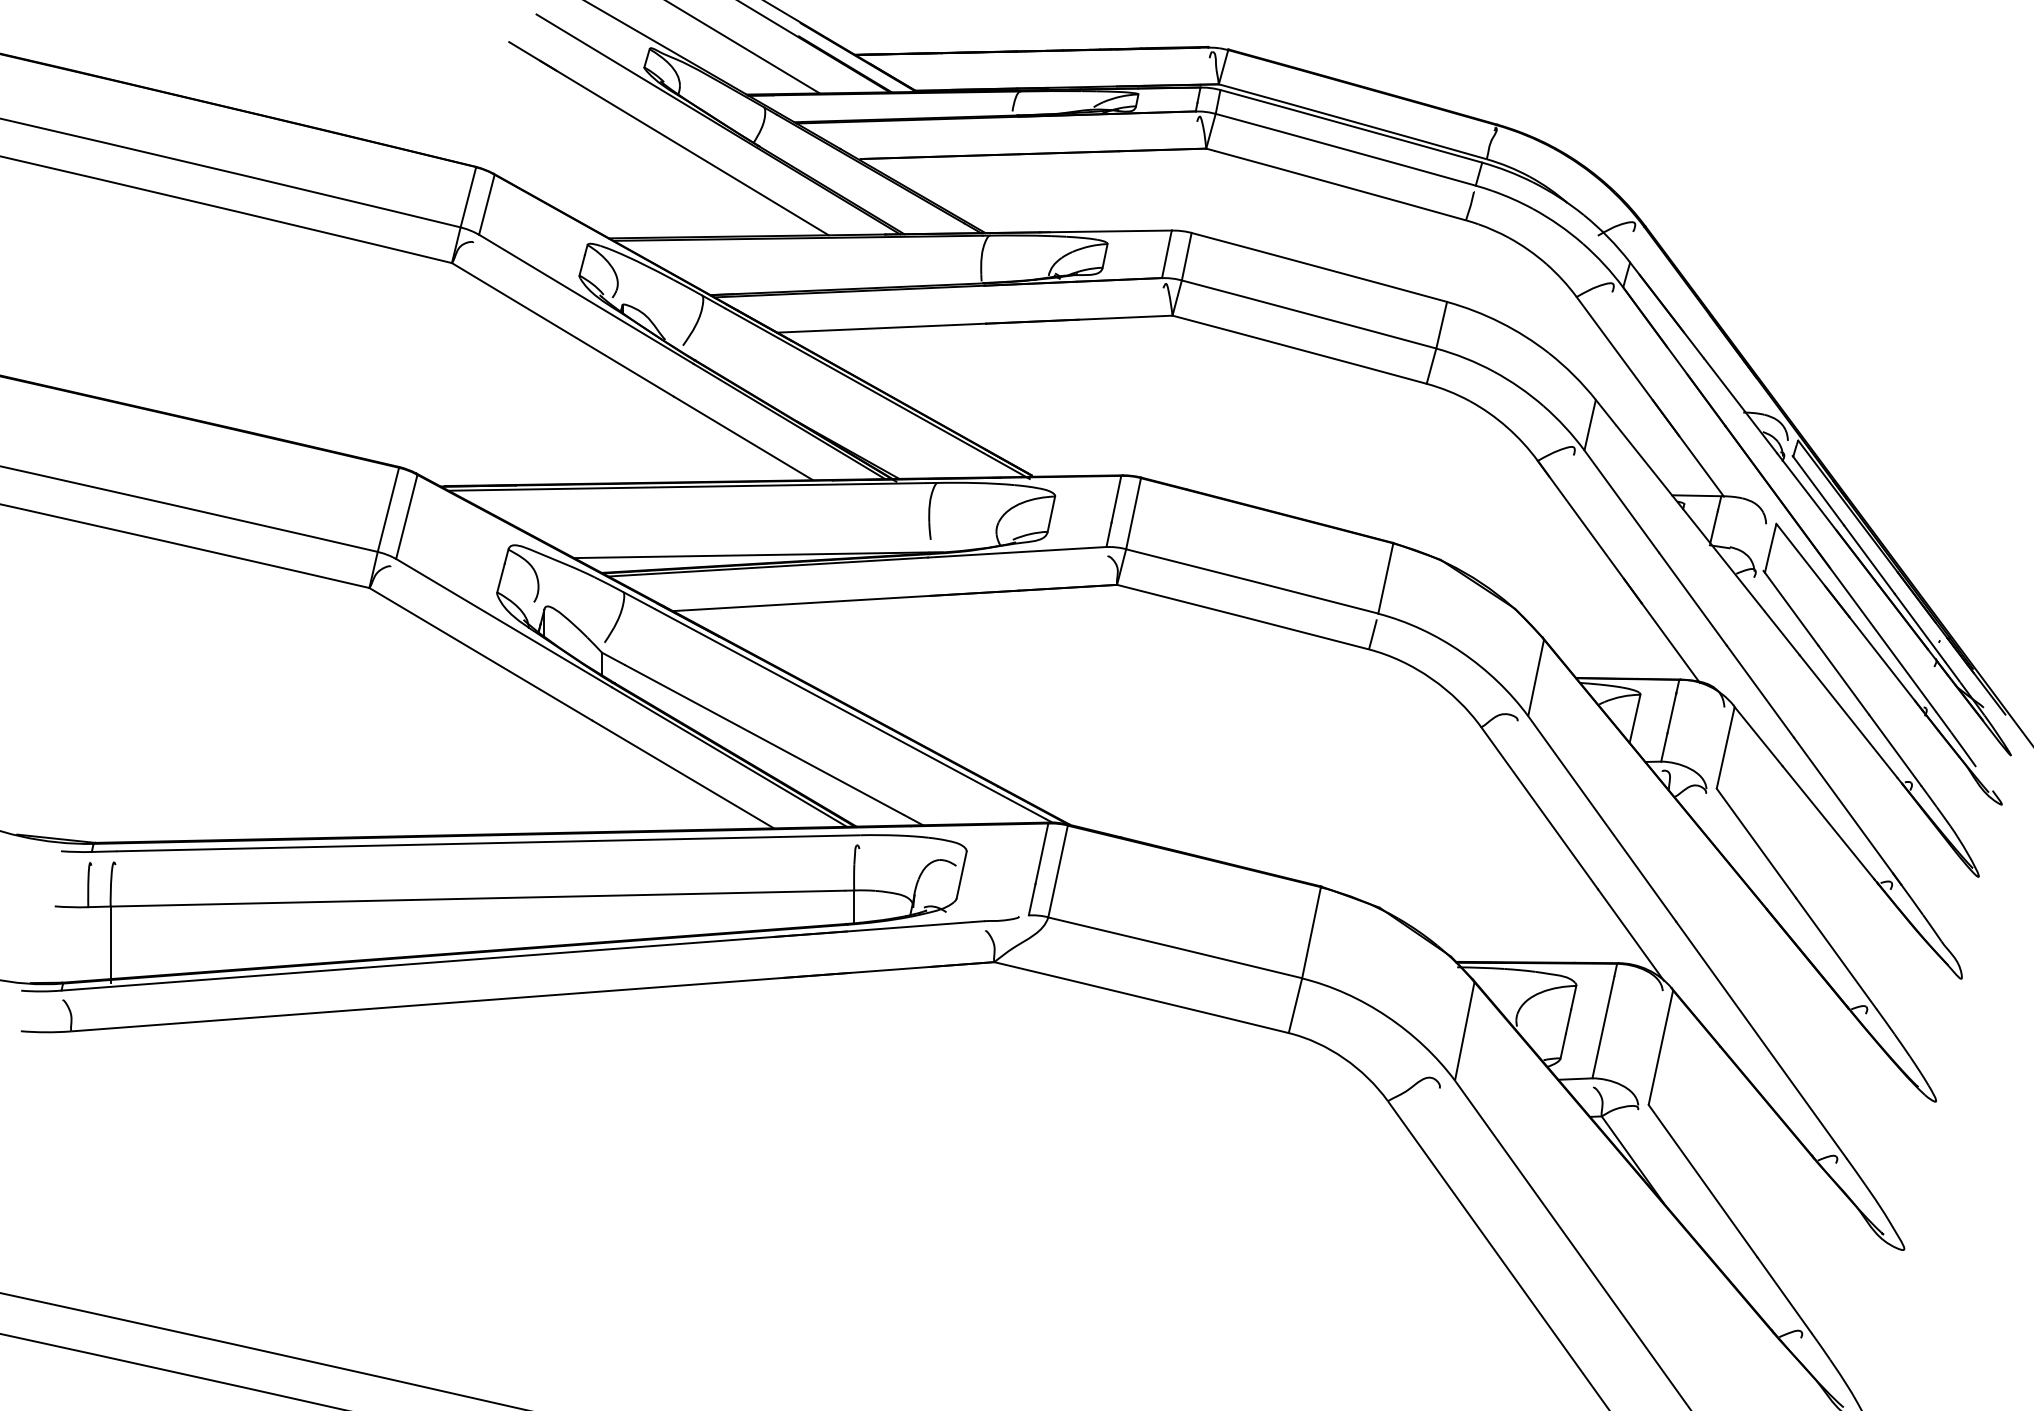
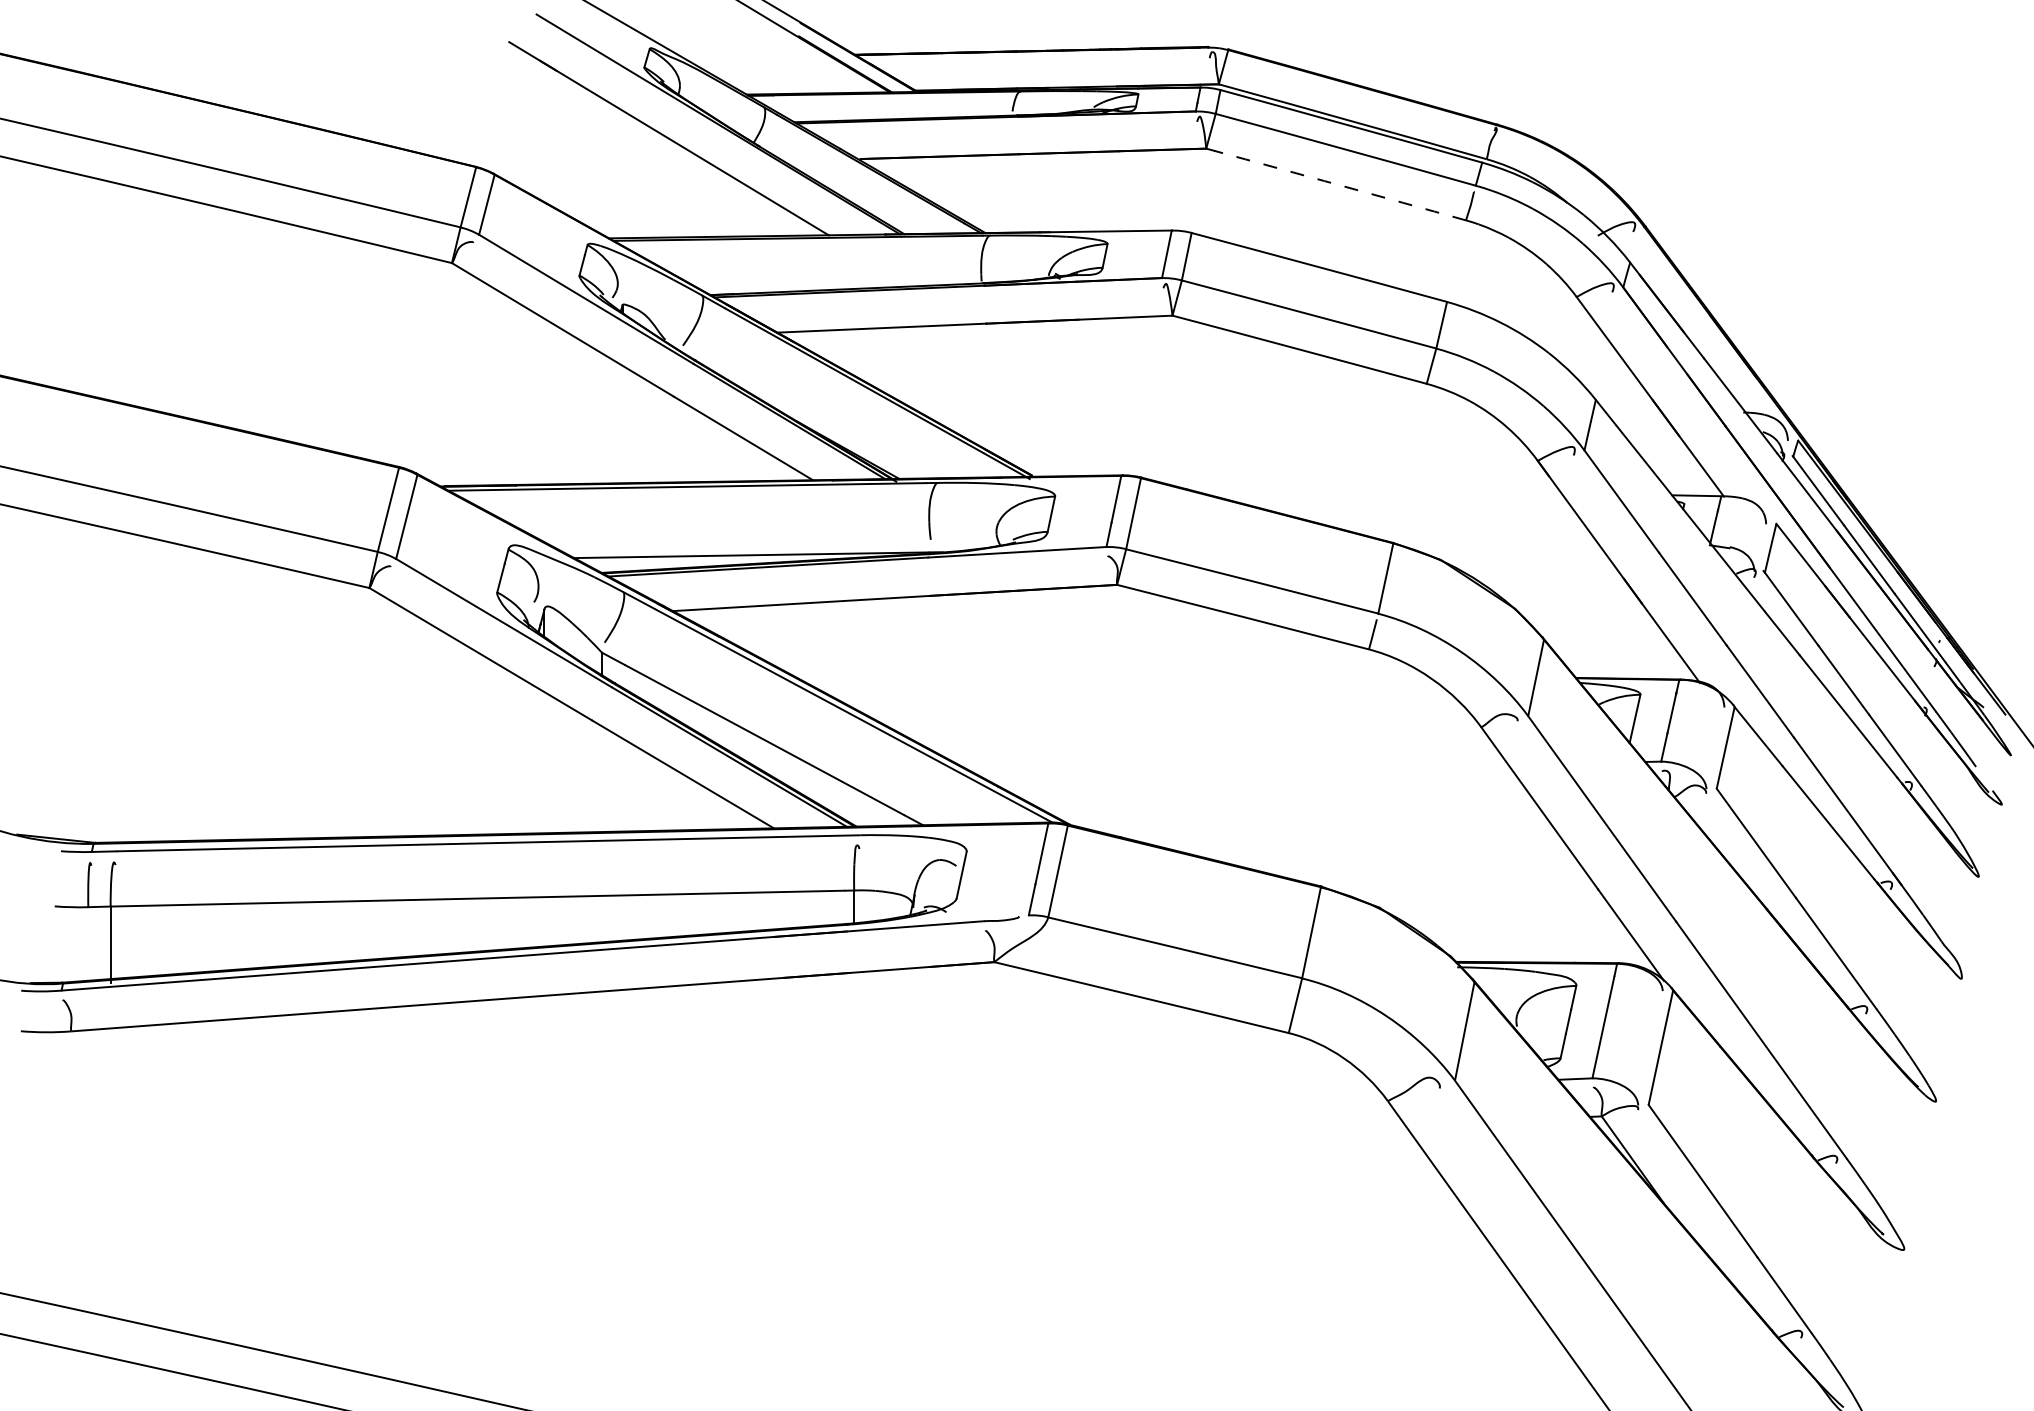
line at (743, 47): present -> none
arc at (1340, 185): solid -> dashed
